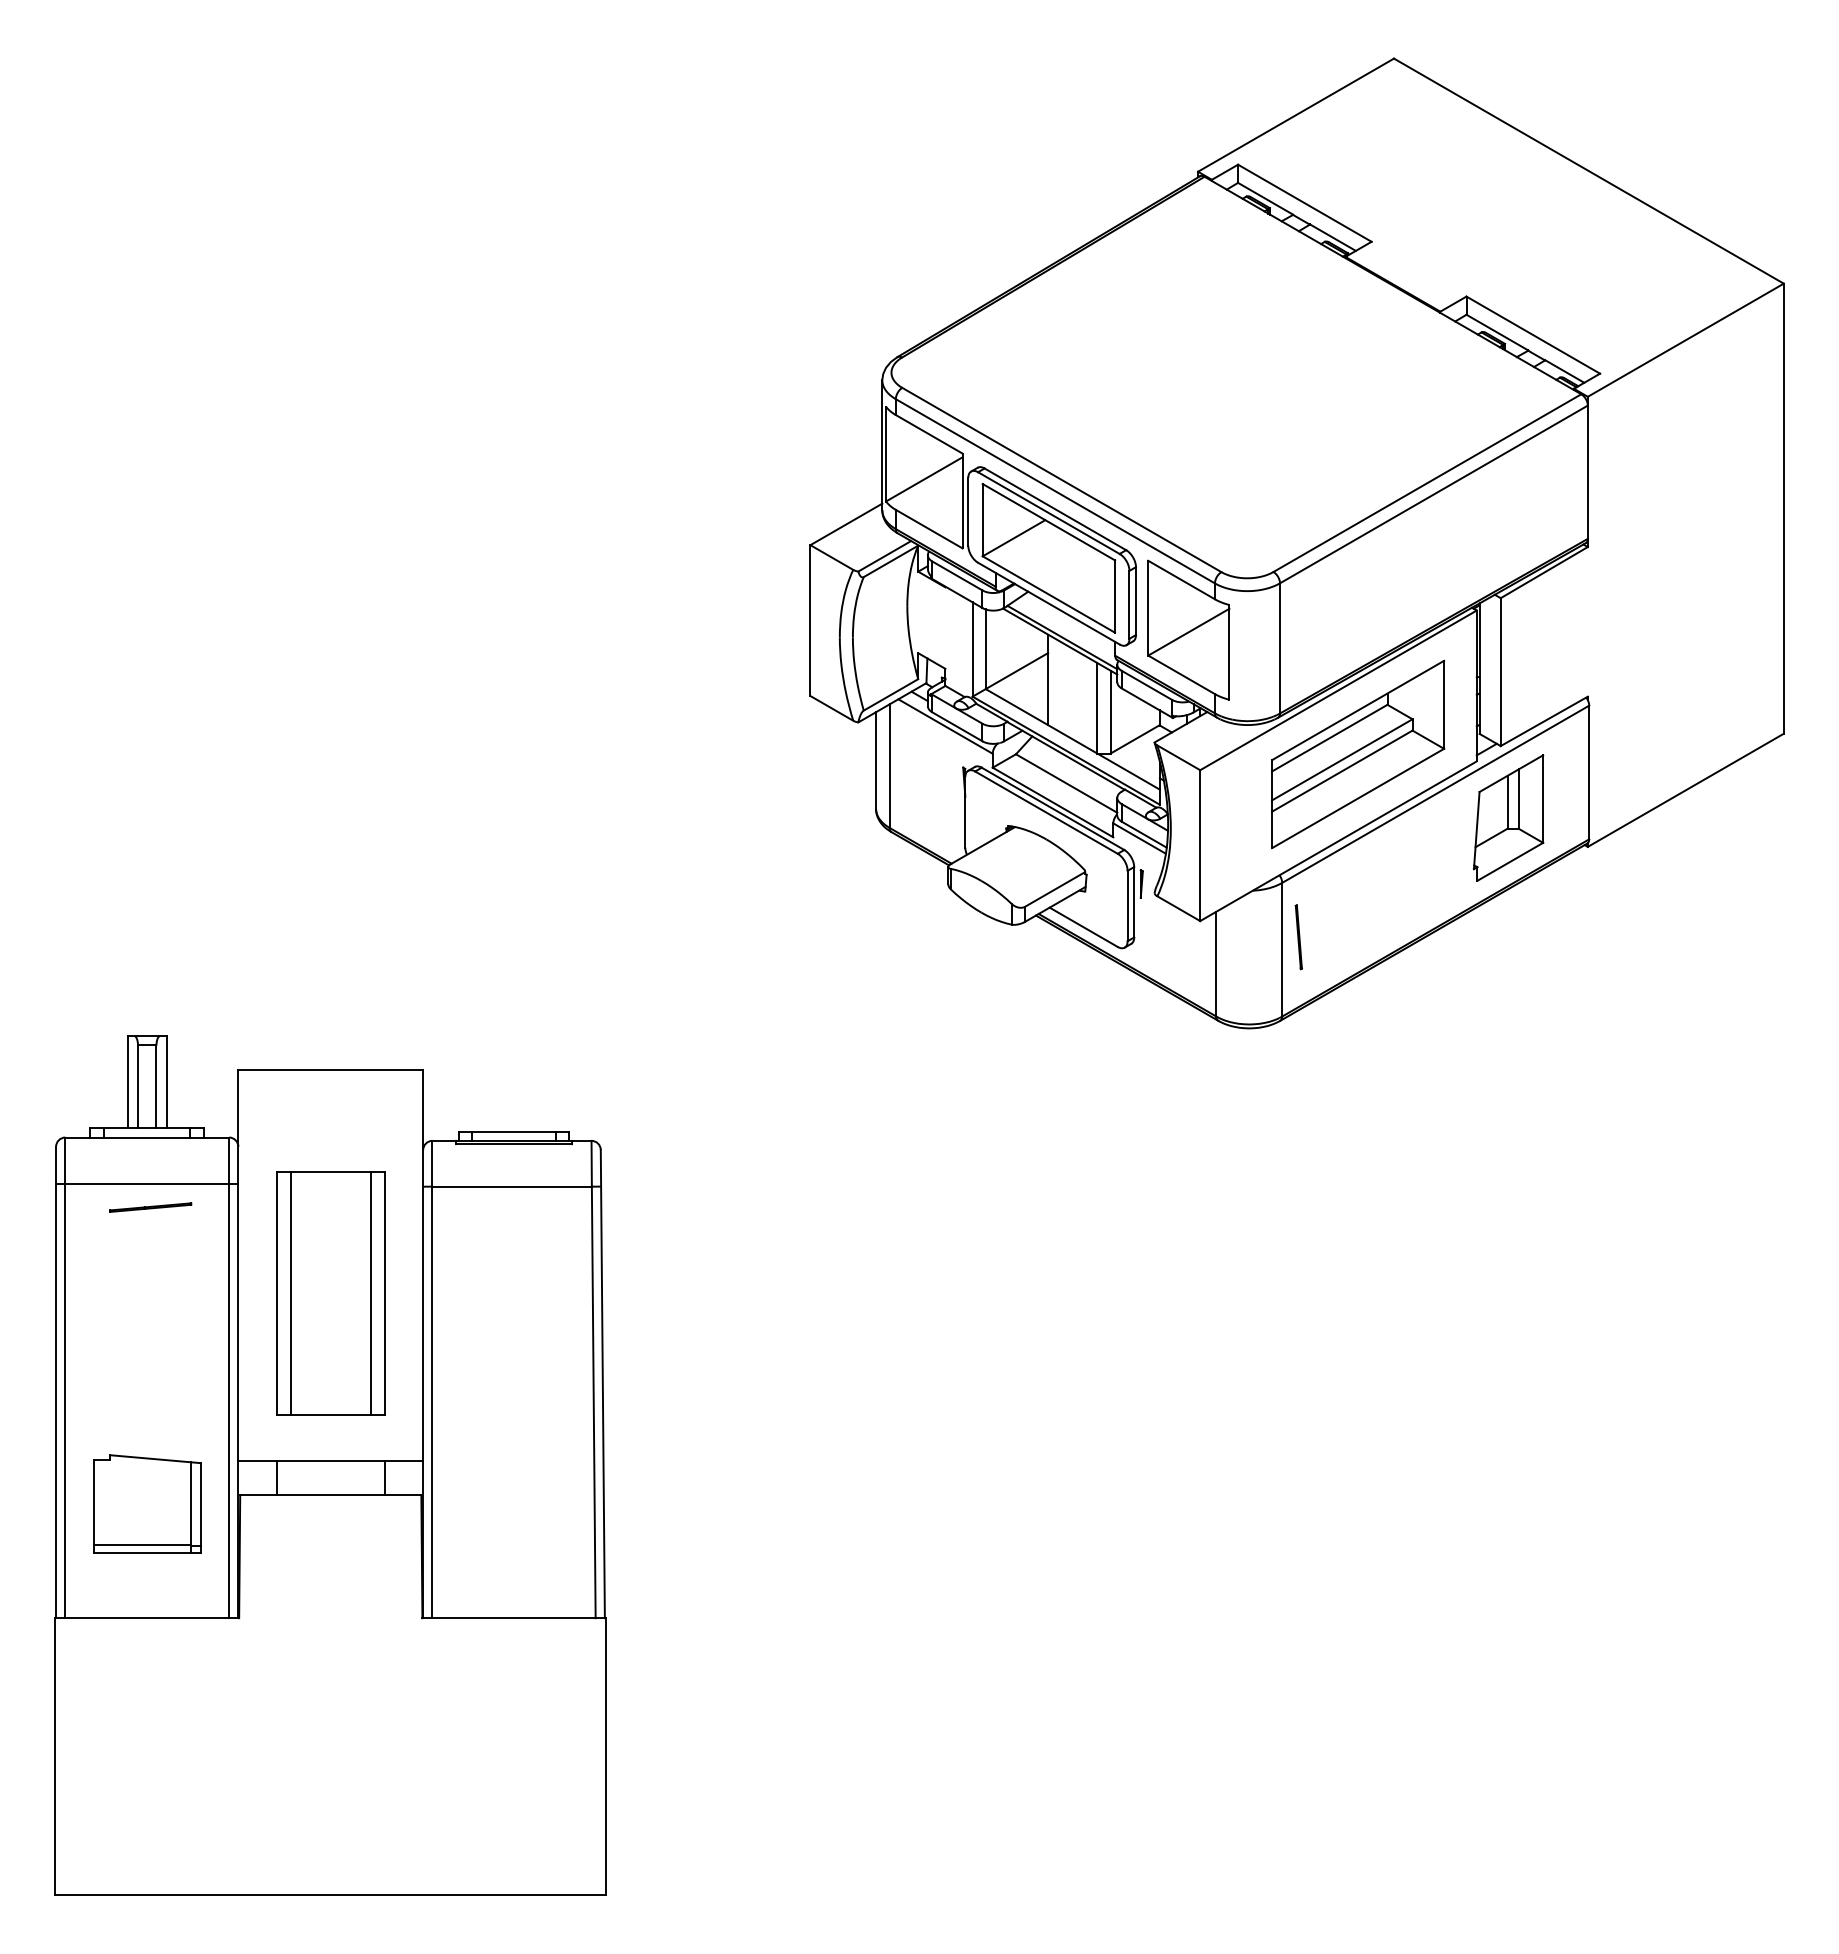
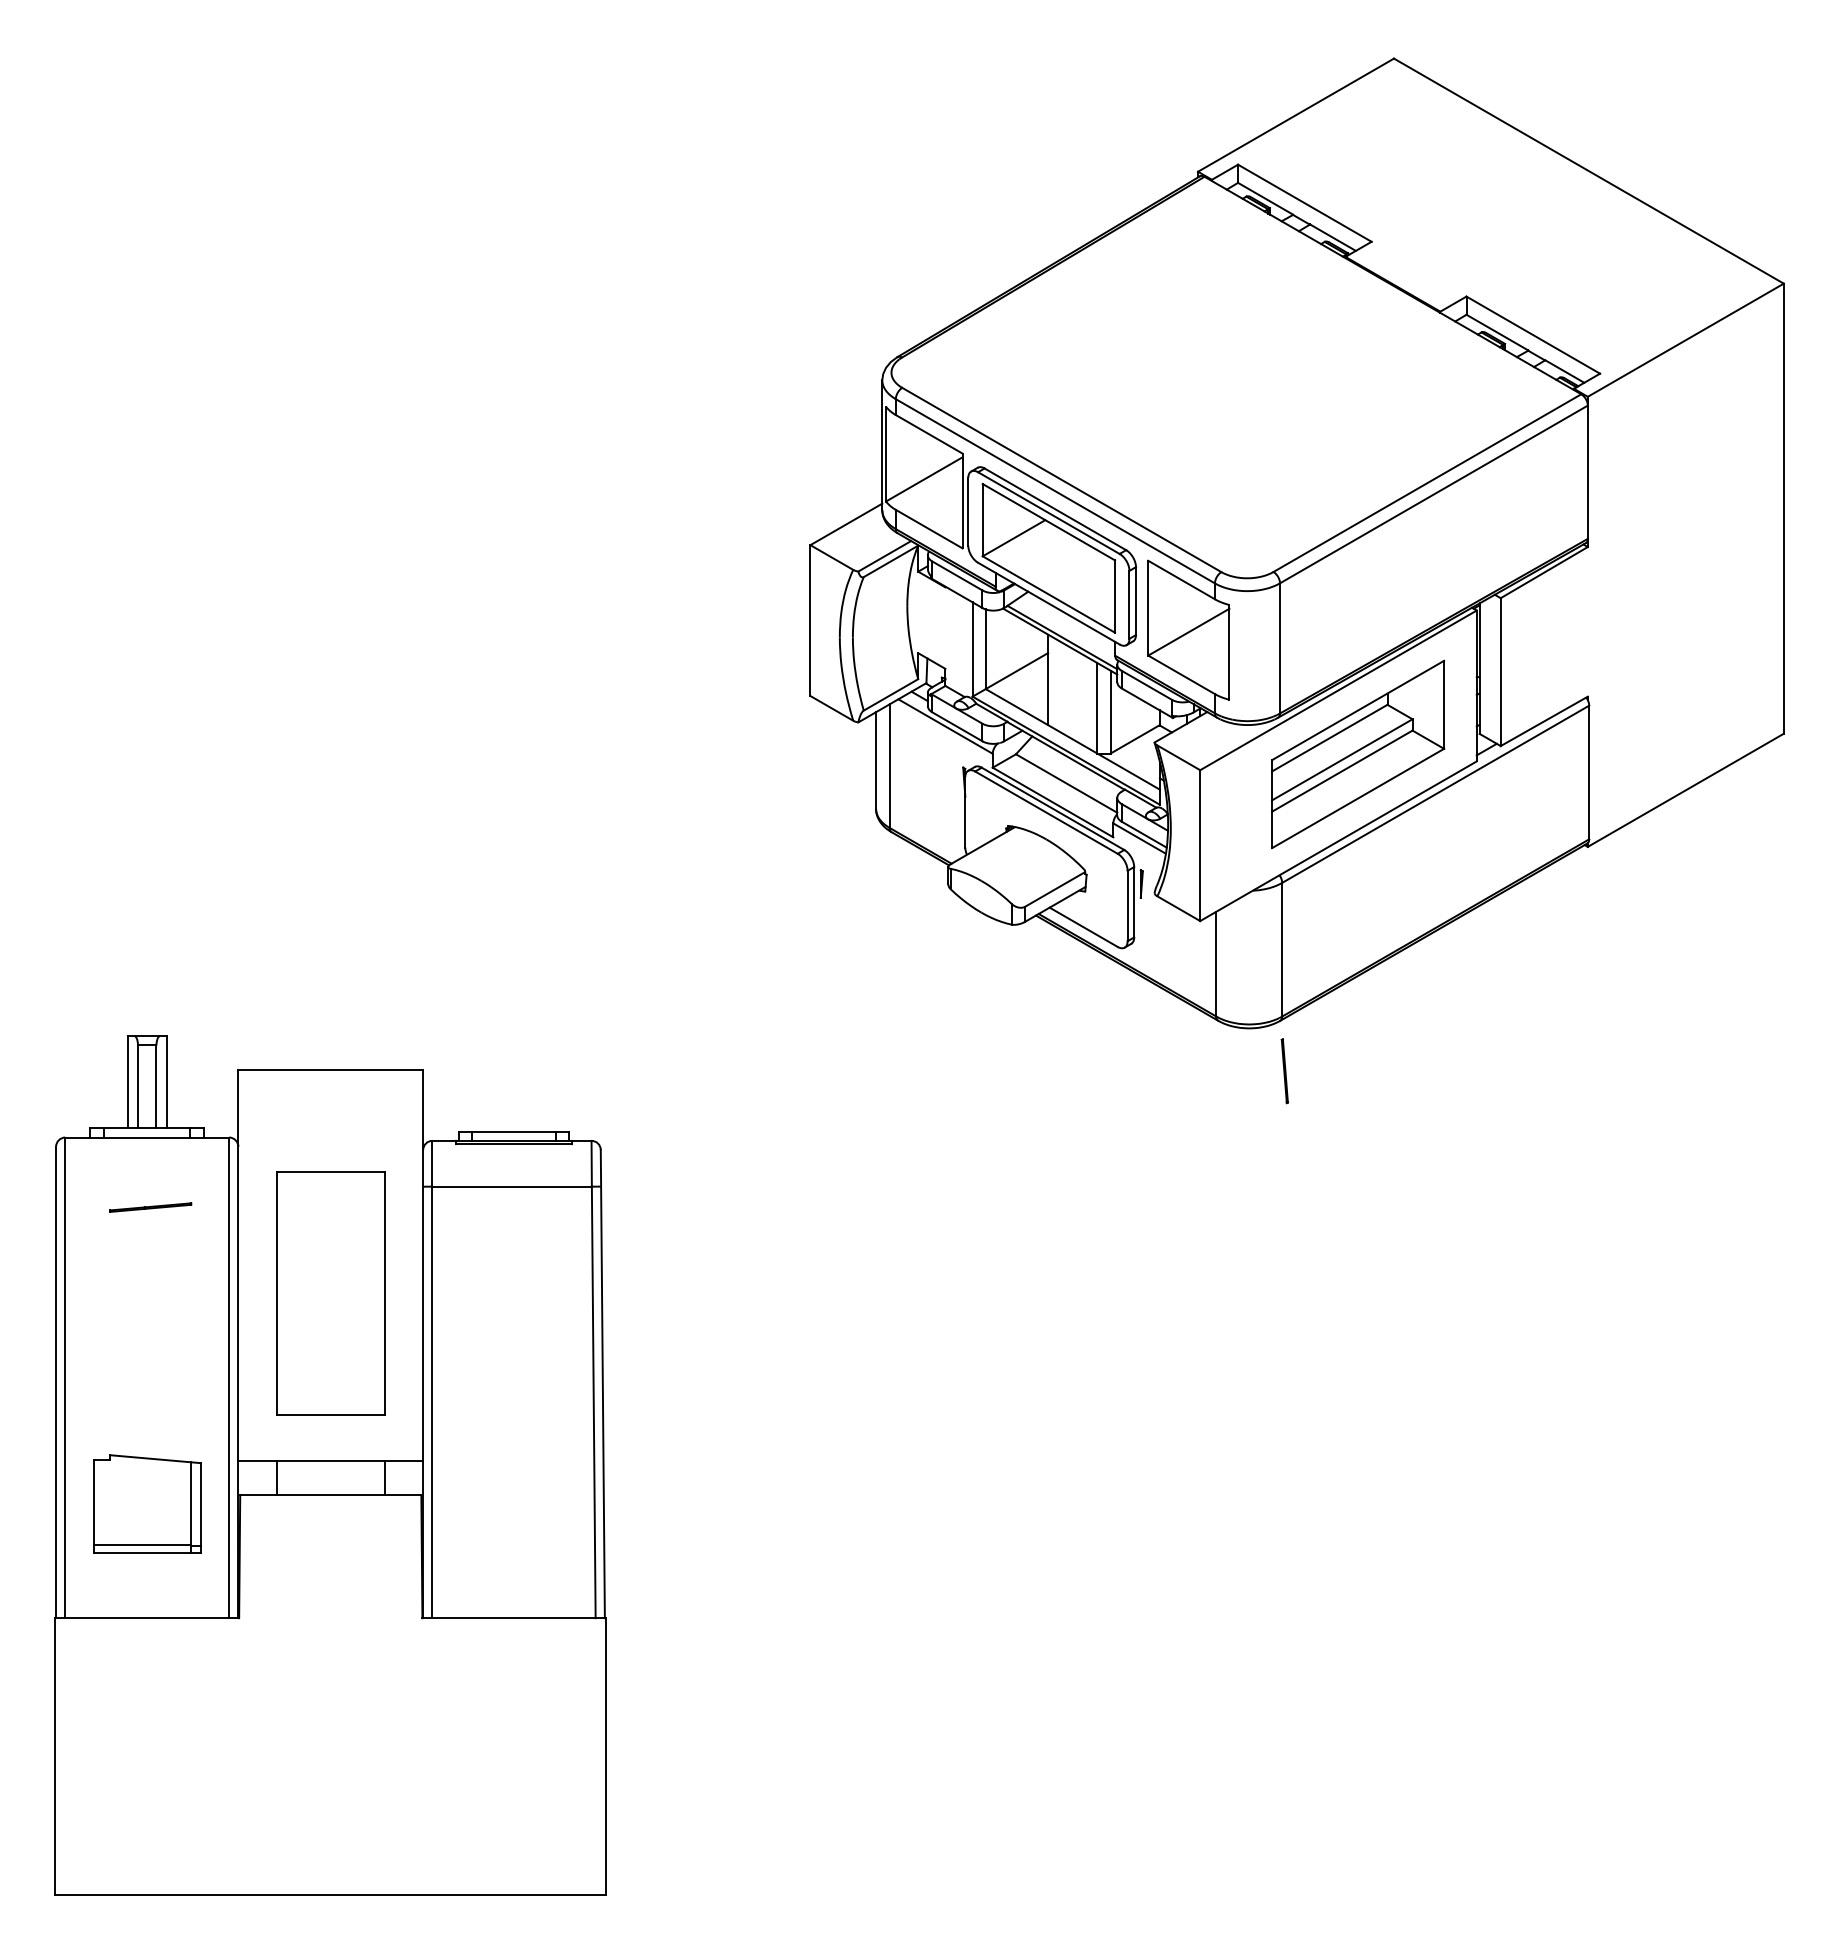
part at (1508, 817): present -> none
line at (1298, 937) position: (1298, 937) -> (1284, 1071)
line at (147, 1184): present -> none
line at (290, 1292): present -> none
line at (370, 1292): present -> none
